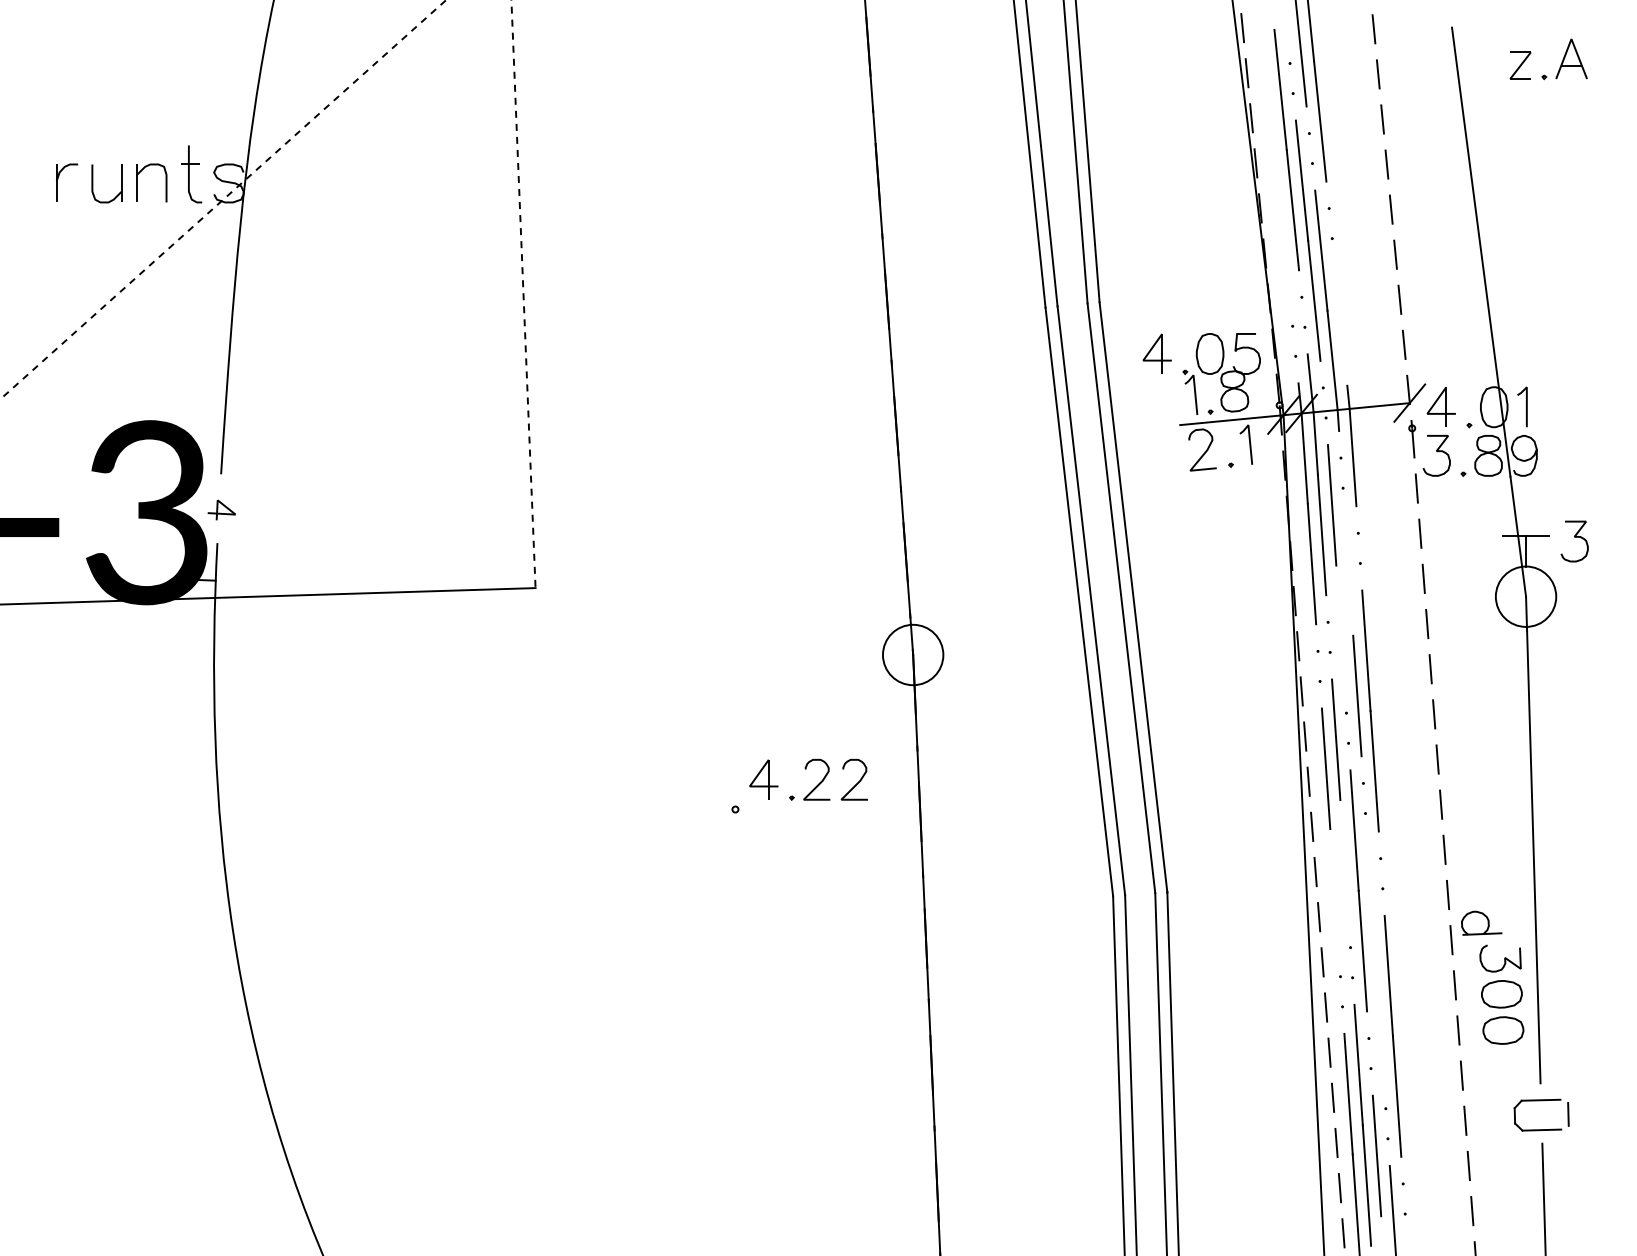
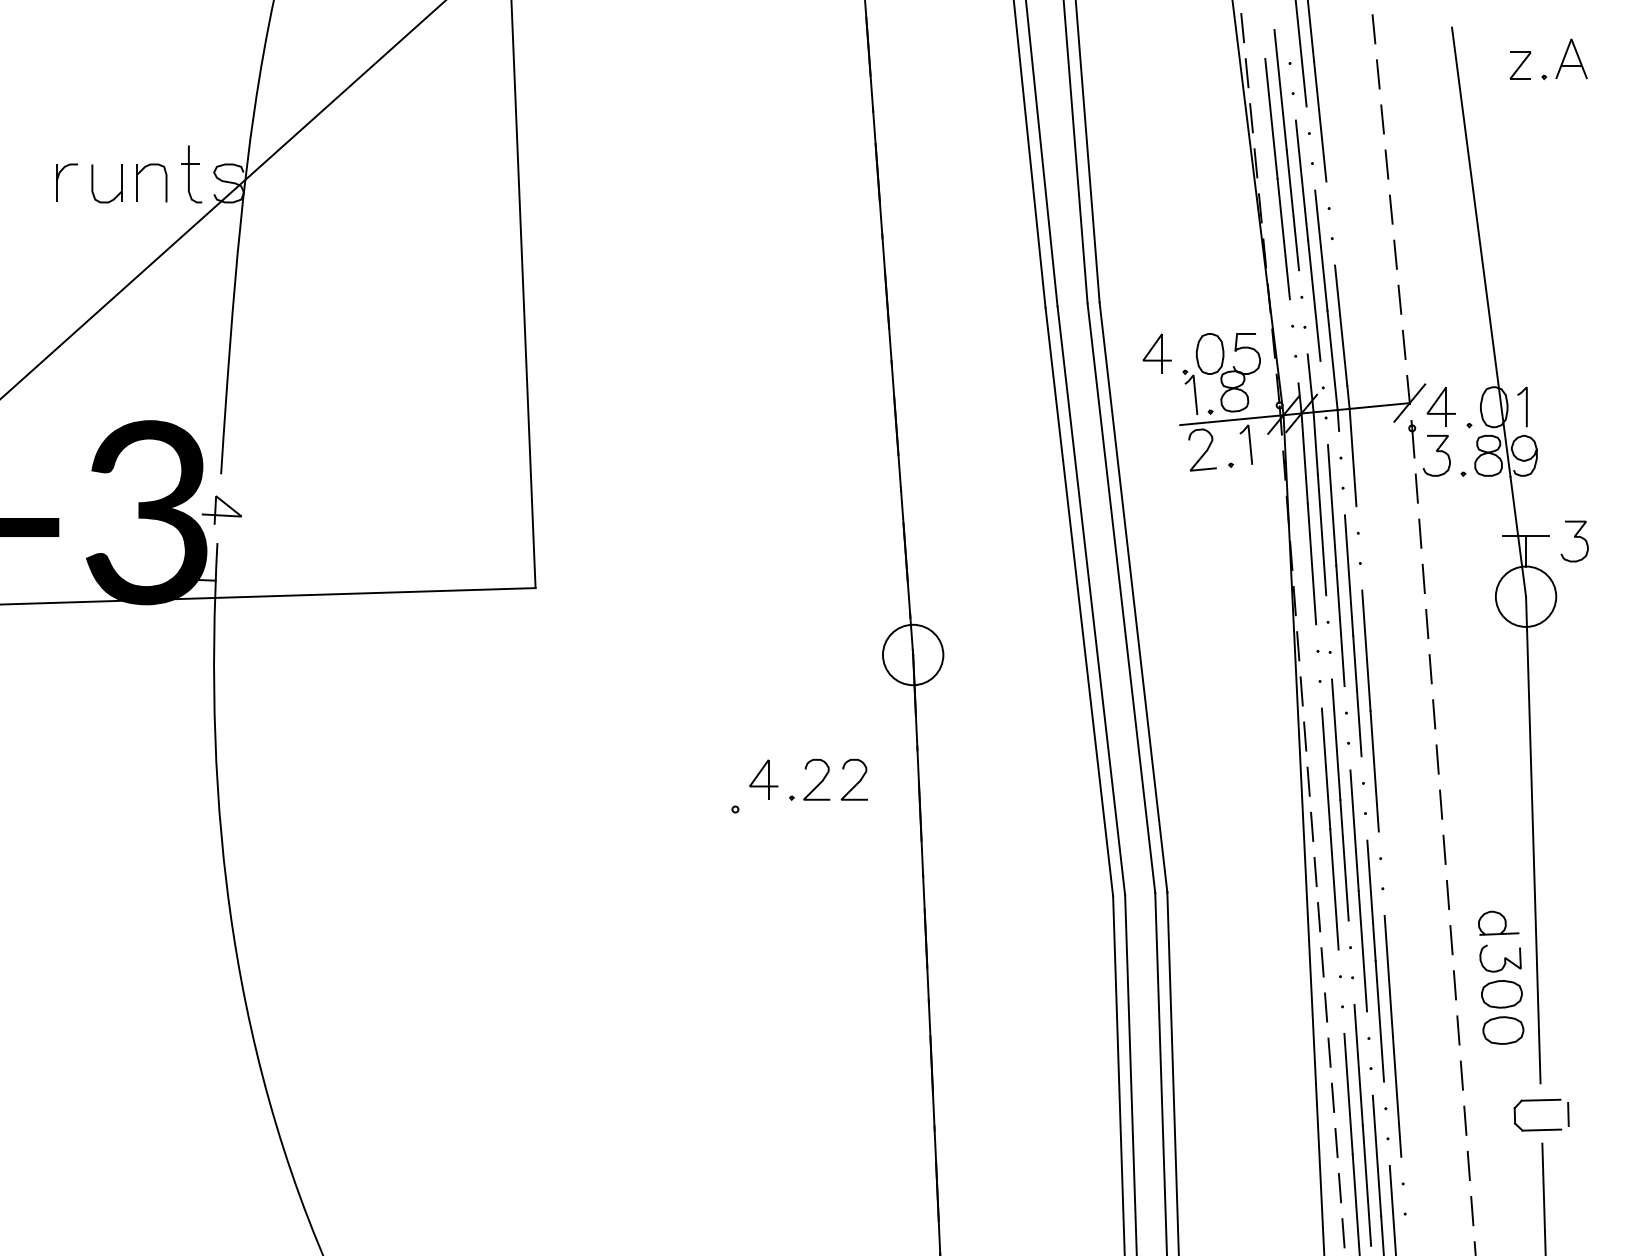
line at (1277, 179): none -> present
line at (223, 199): dashed -> solid
line at (523, 294): dashed -> solid
line at (1341, 325): none -> present
part at (221, 509) size: 29x22 px -> 41x30 px
line at (1348, 575): none -> present
line at (1340, 625): none -> present
line at (1344, 860): none -> present
line at (1334, 889): none -> present
part at (1481, 922) position: (1481, 922) -> (1498, 922)
line at (1375, 960): none -> present
line at (1382, 1234): none -> present
